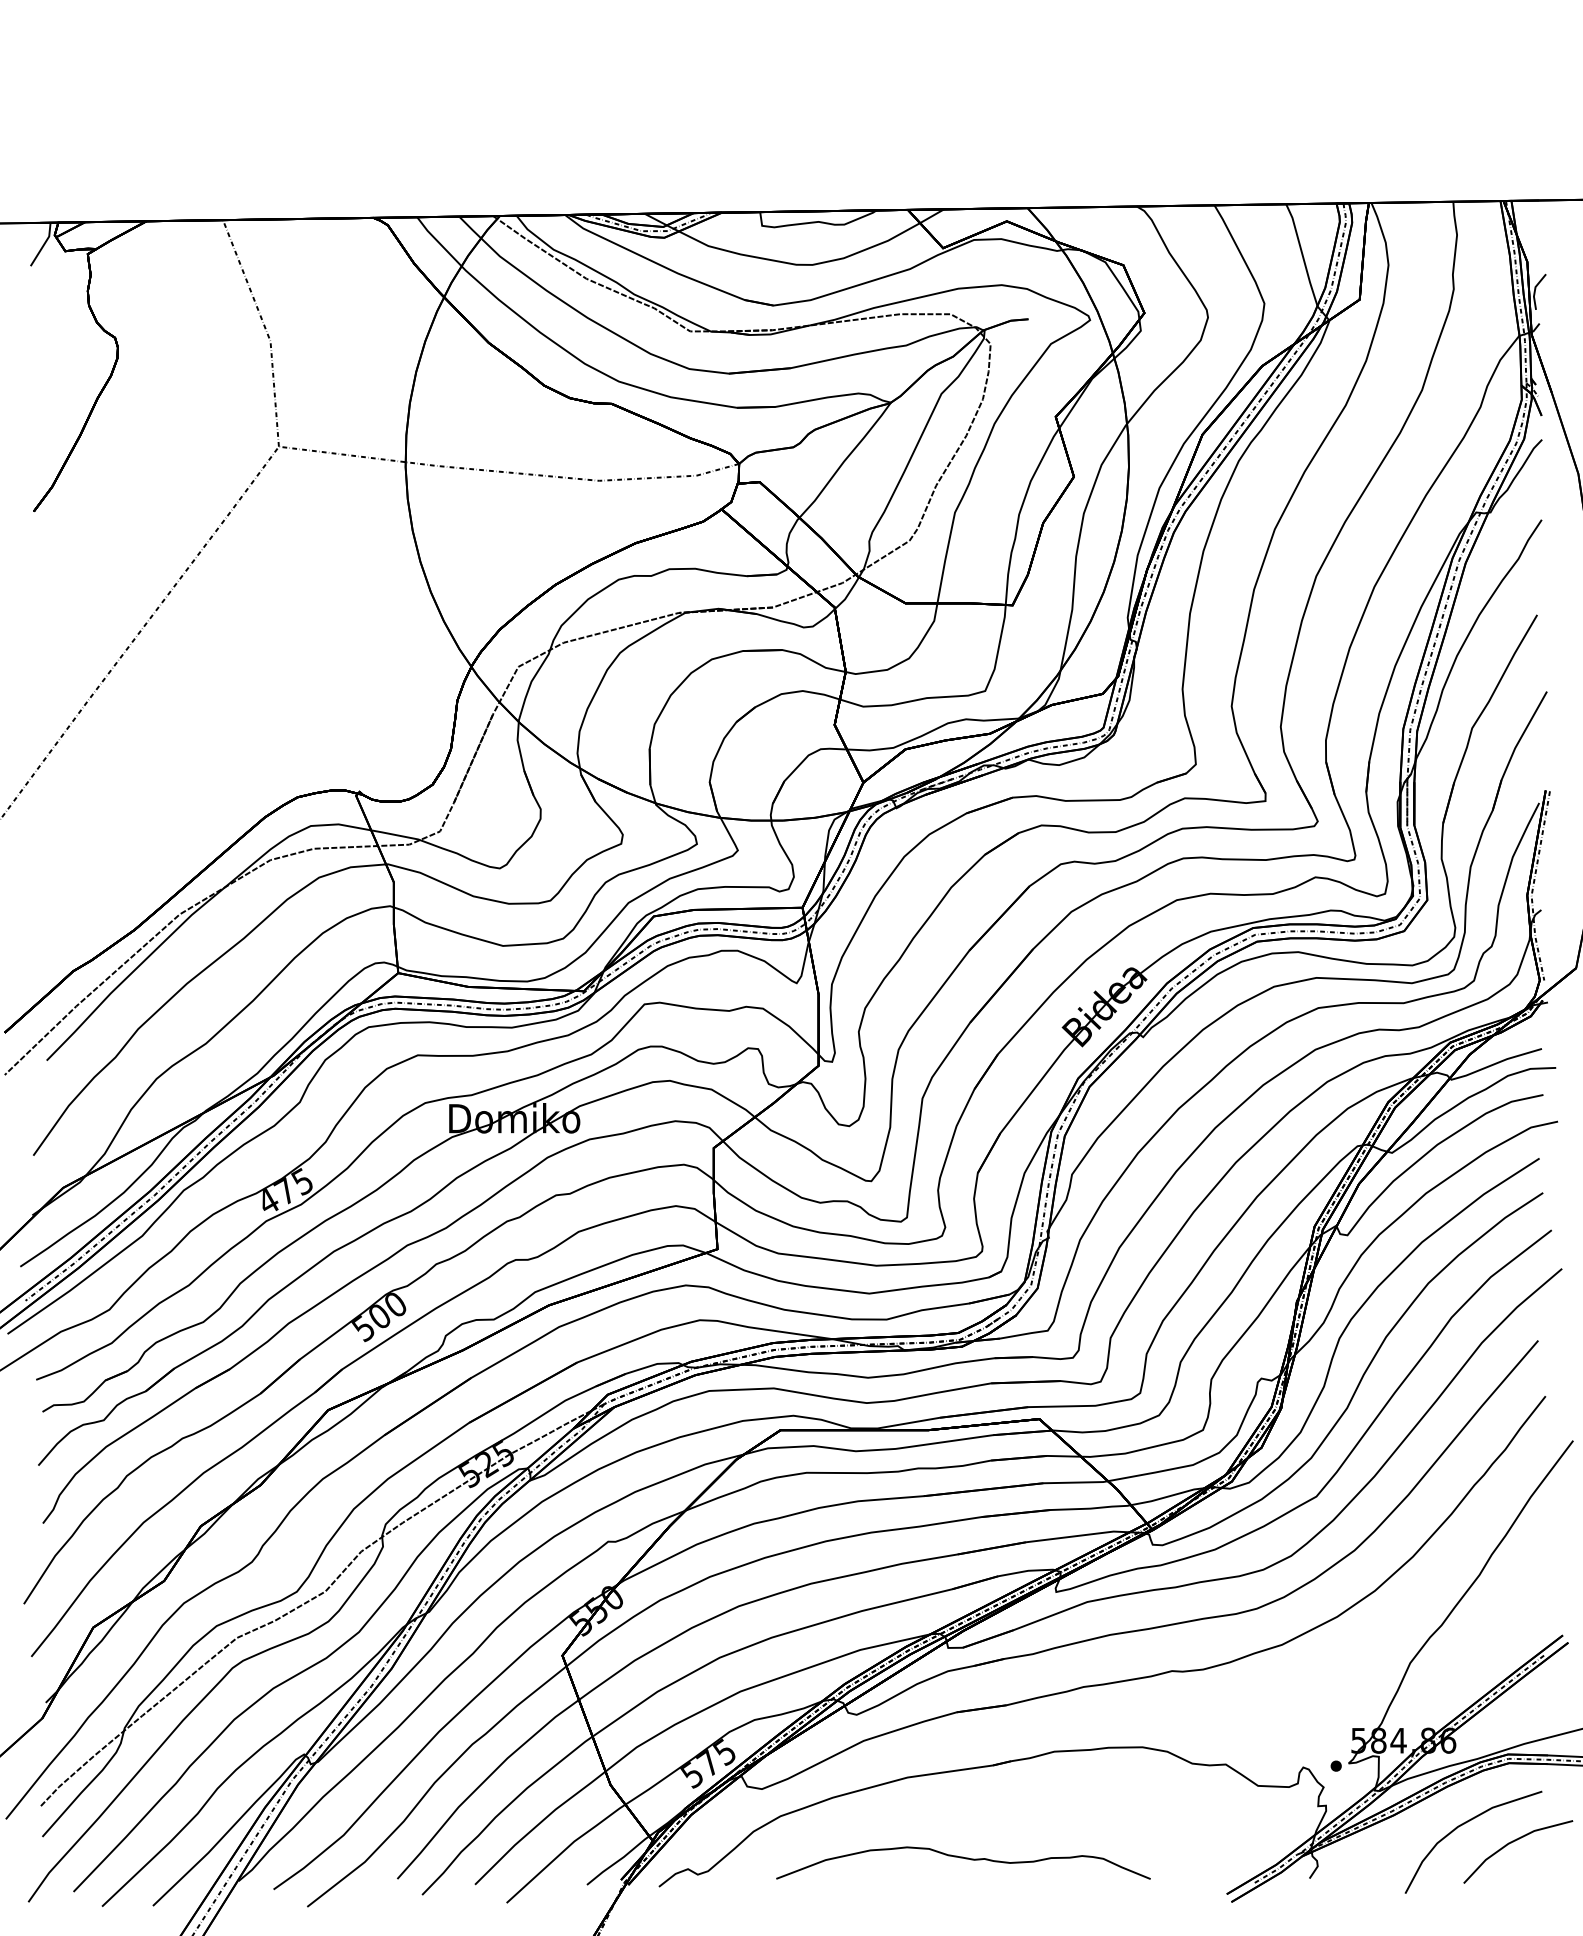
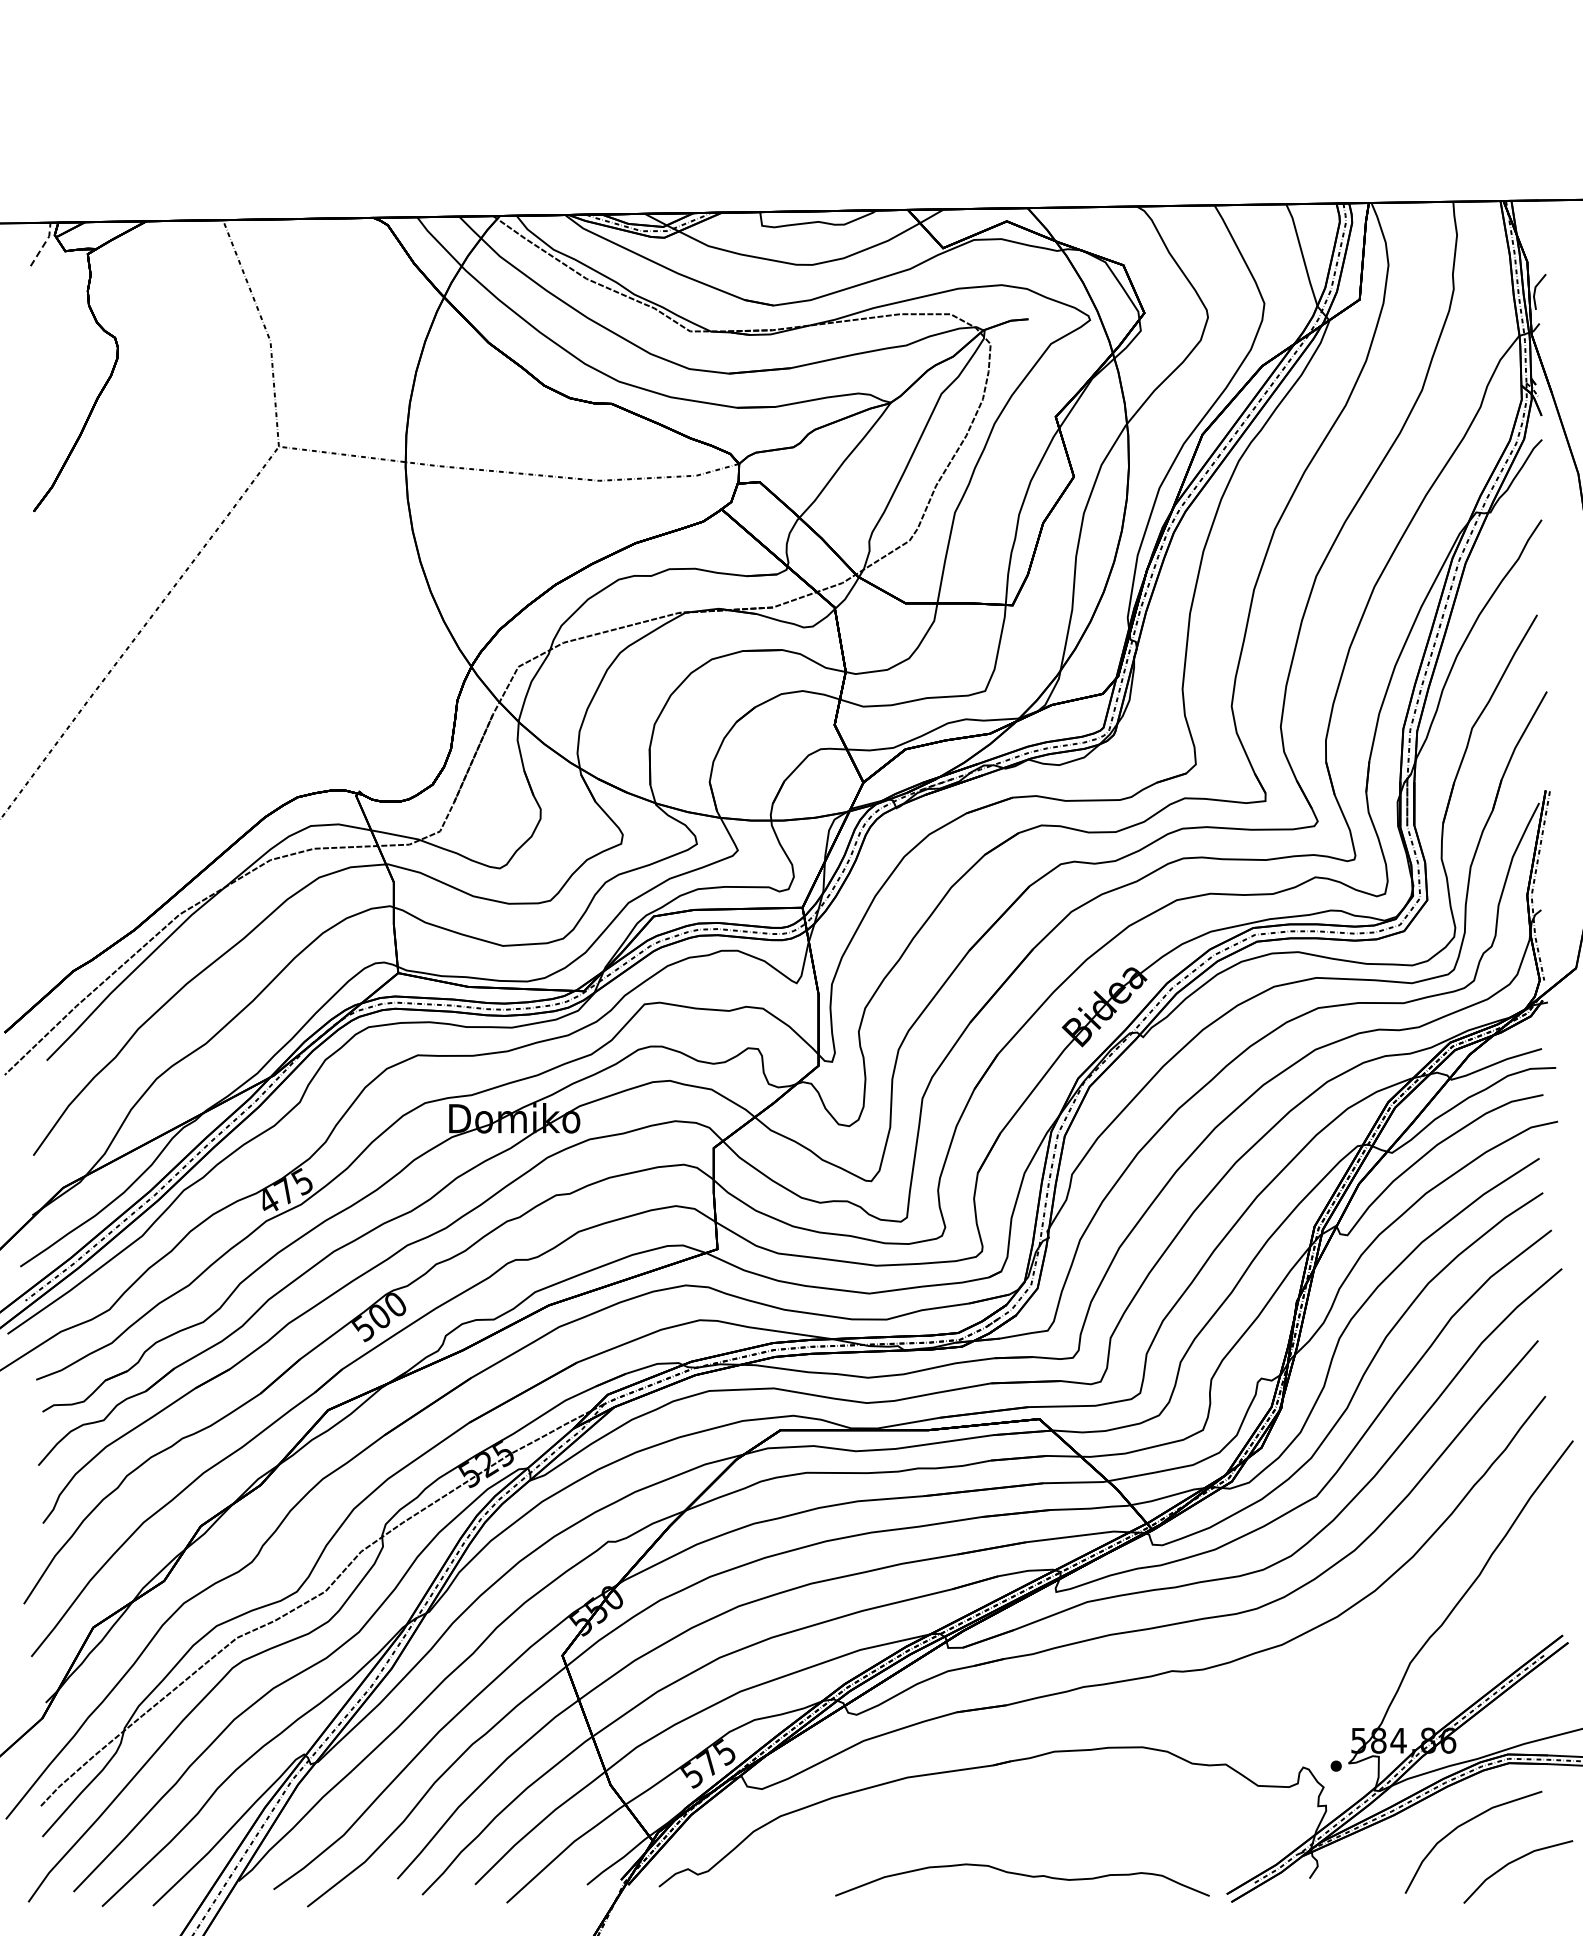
line at (44, 243): solid -> dashed
line at (1513, 1842) position: (1513, 1842) -> (1513, 1862)
curve at (965, 1859) position: (965, 1859) -> (1024, 1876)
